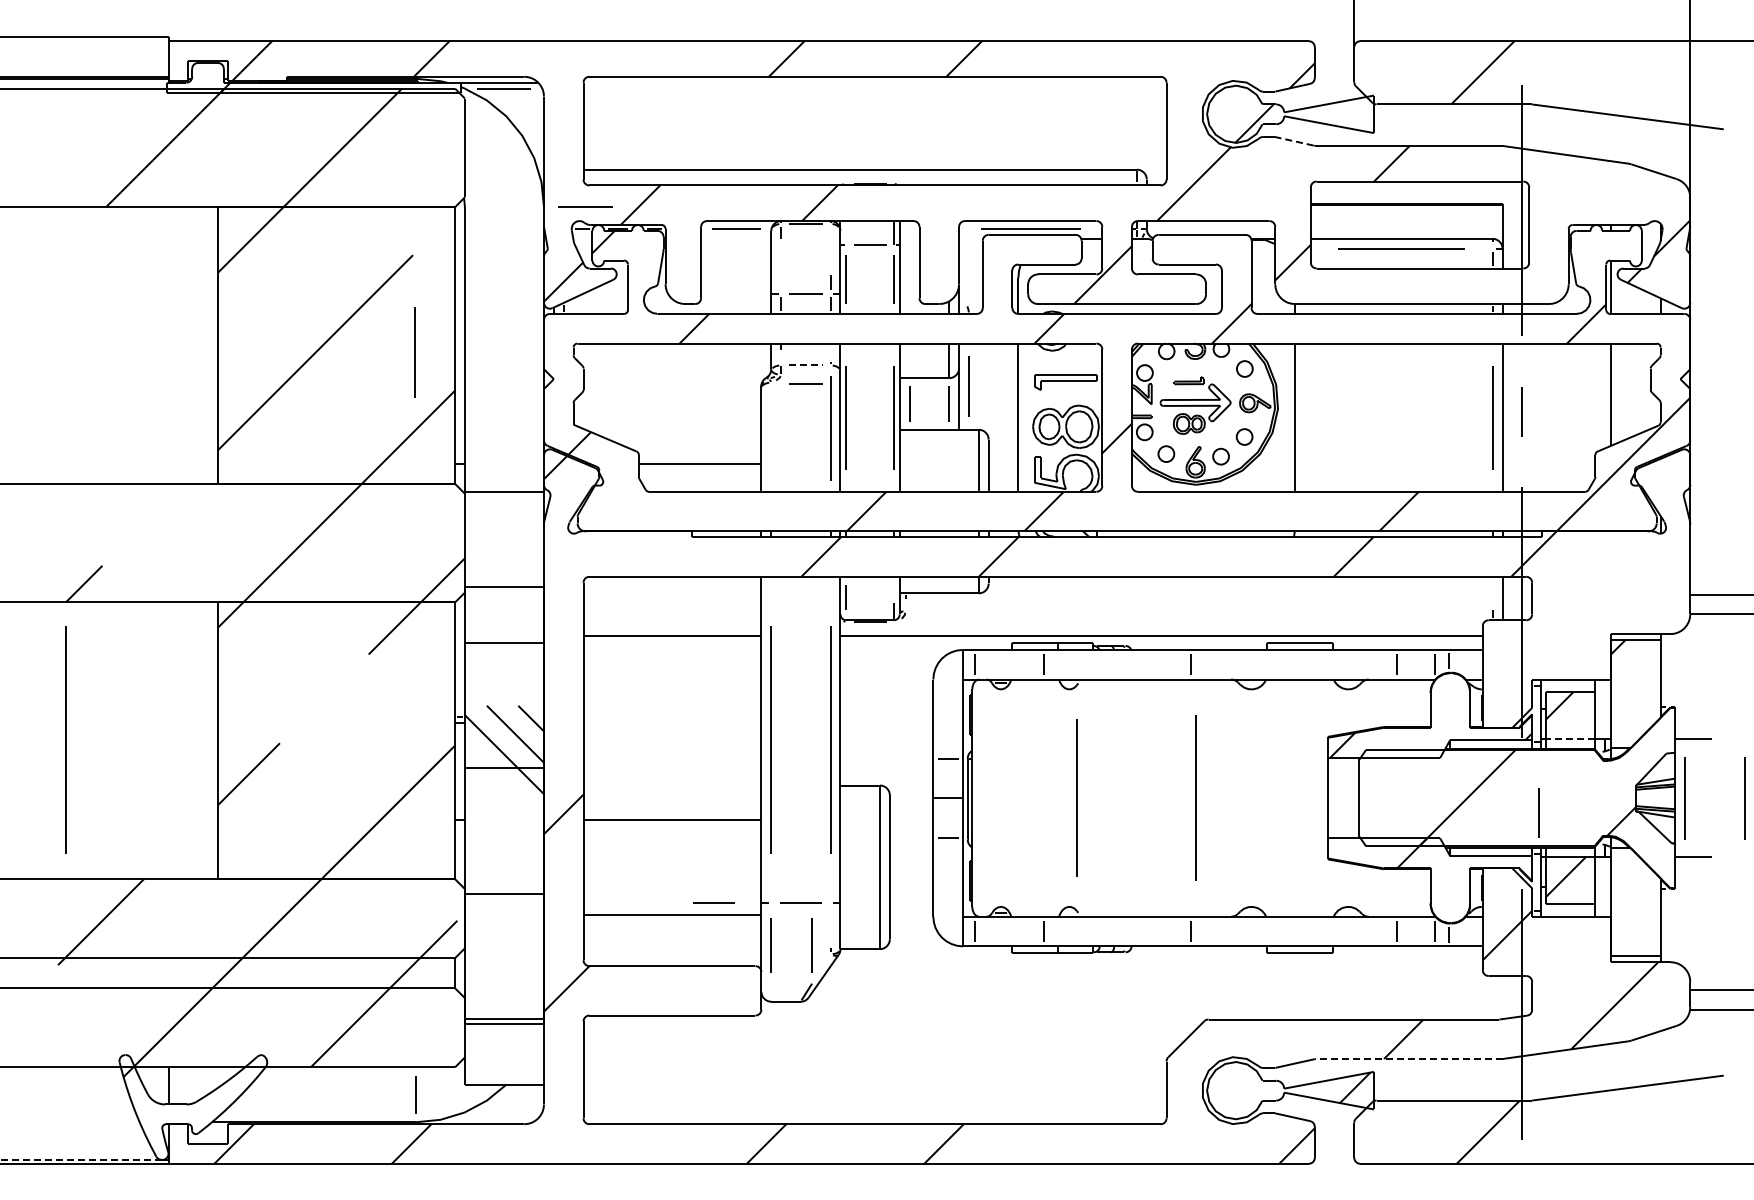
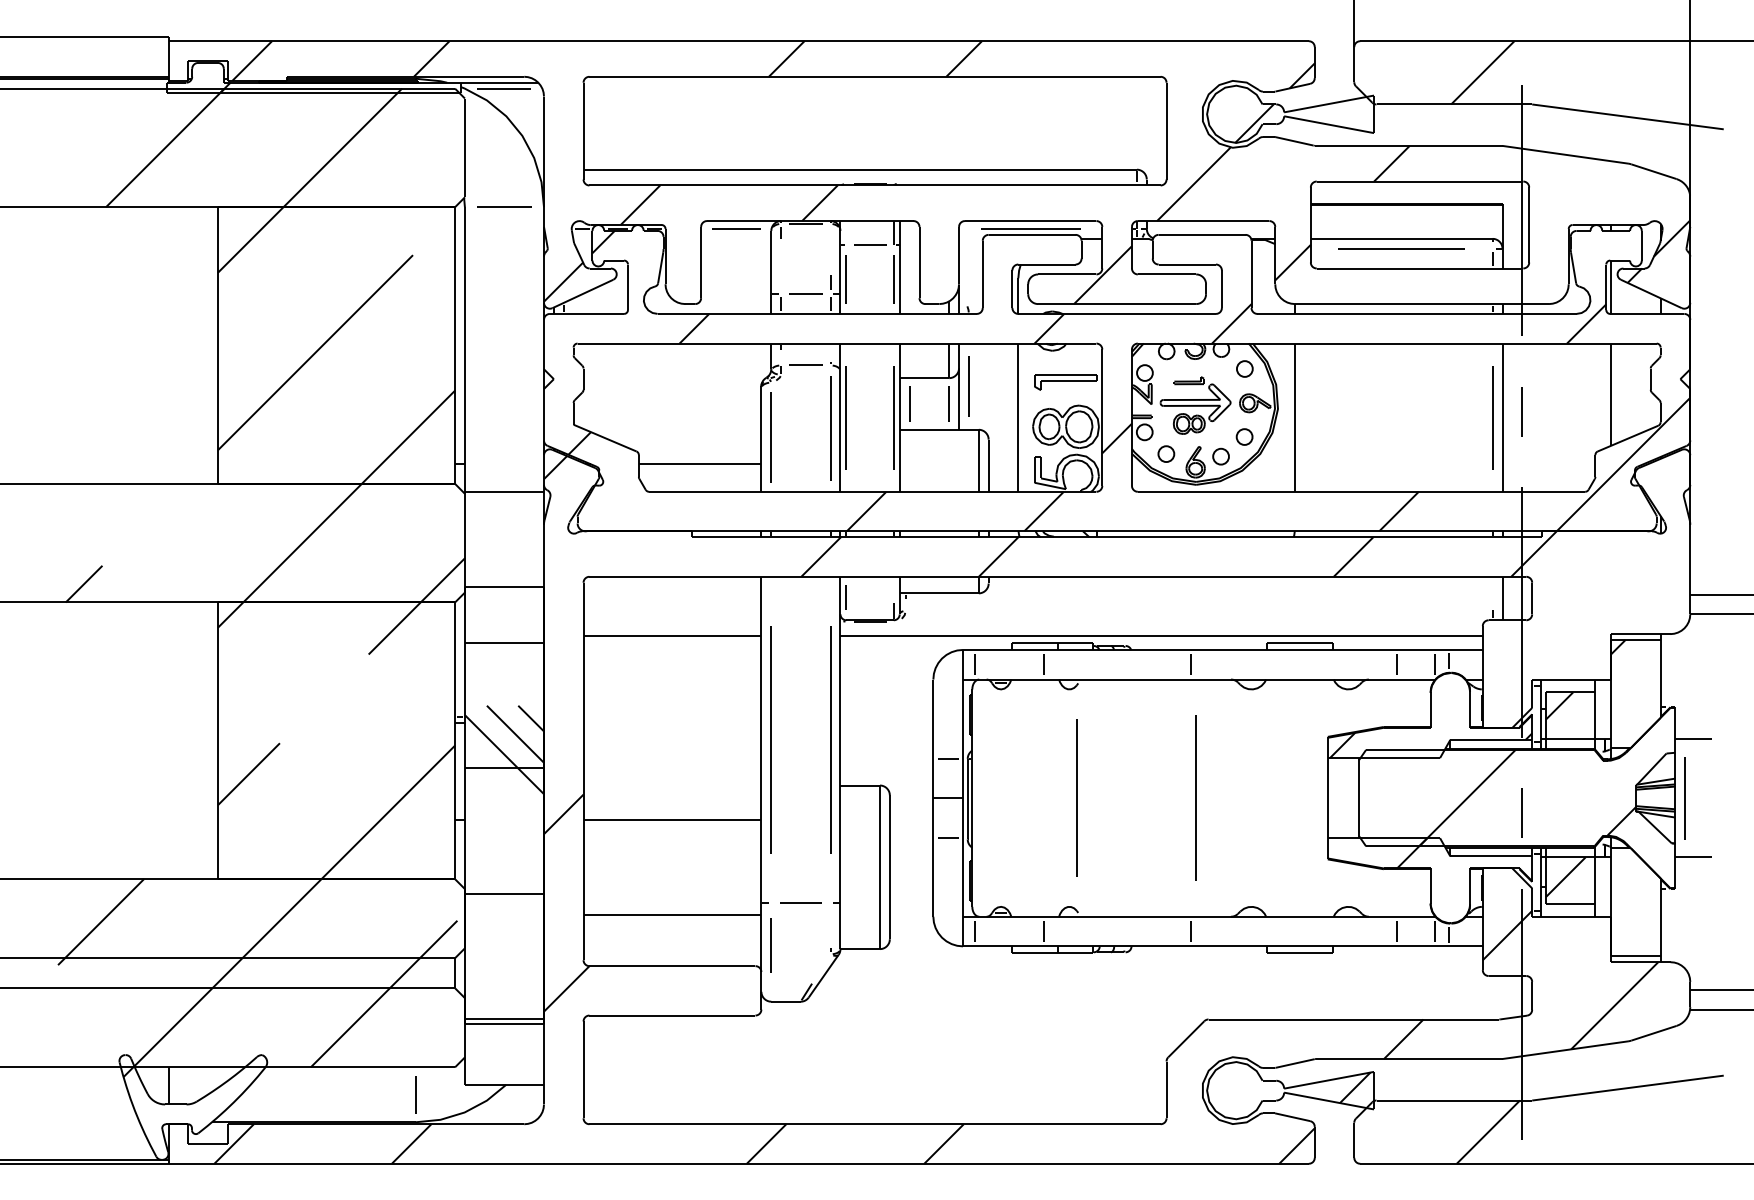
line at (1294, 141): dashed -> solid
line at (585, 206) position: (585, 206) -> (504, 206)
line at (414, 352) position: (414, 352) -> (770, 437)
line at (806, 365): dashed -> solid
line at (805, 383): present -> none
line at (1570, 738): dashed -> solid
line at (65, 739): present -> none
line at (1744, 798): present -> none
line at (1538, 812) position: (1538, 812) -> (1521, 812)
line at (713, 902): present -> none
line at (811, 945): present -> none
line at (1408, 1059): dashed -> solid
line at (80, 1159): dashed -> solid
